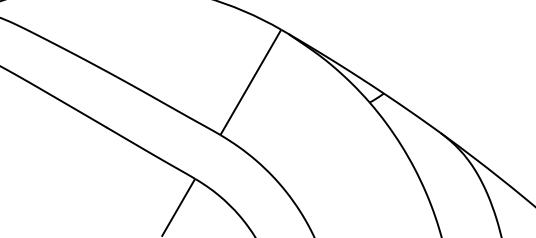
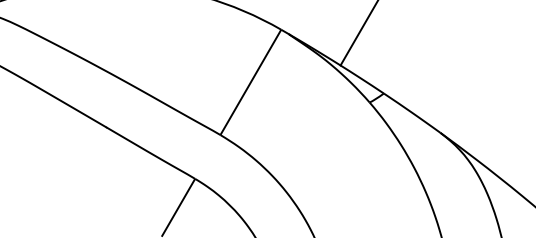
line at (358, 33): none -> present
